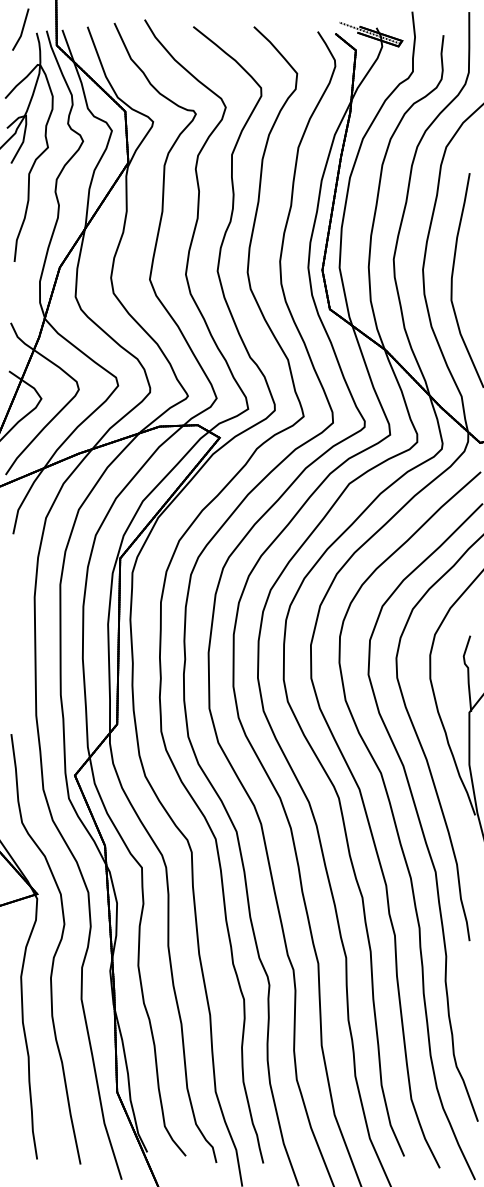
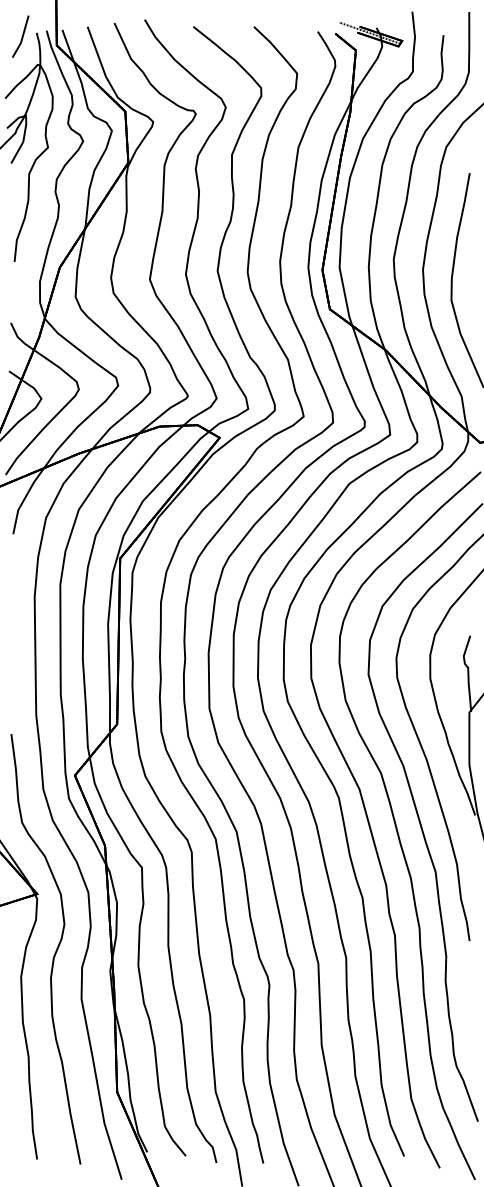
line at (21, 29) position: (21, 29) -> (21, 36)
